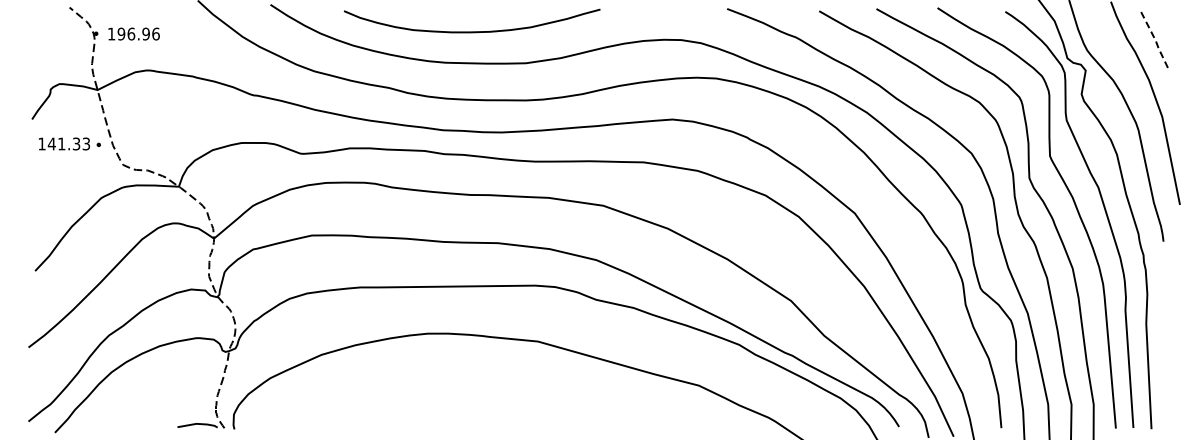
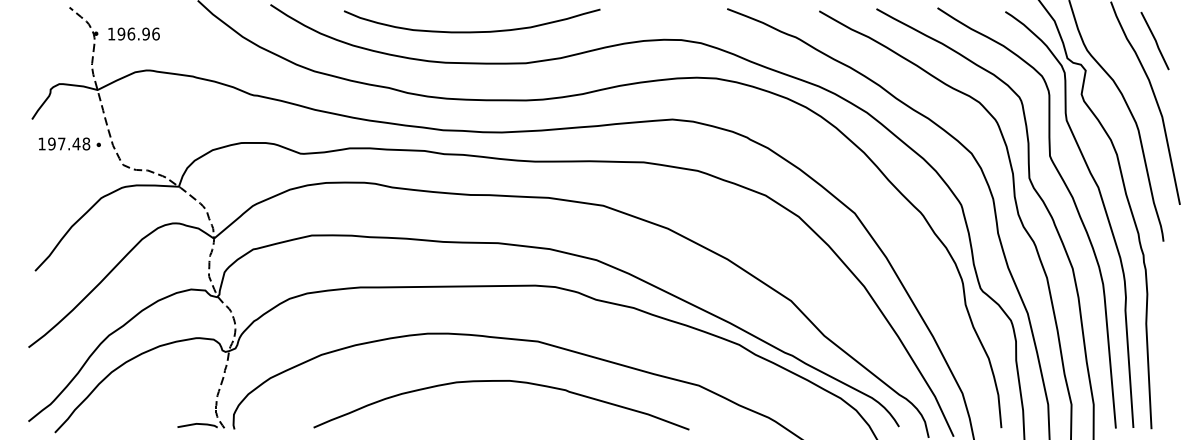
line at (1155, 40): dashed -> solid
text at (68, 143): 141.33 -> 197.48
curve at (501, 381): none -> present
